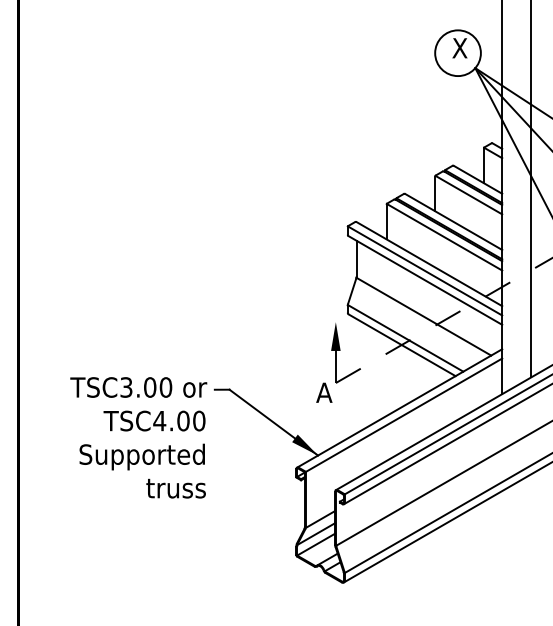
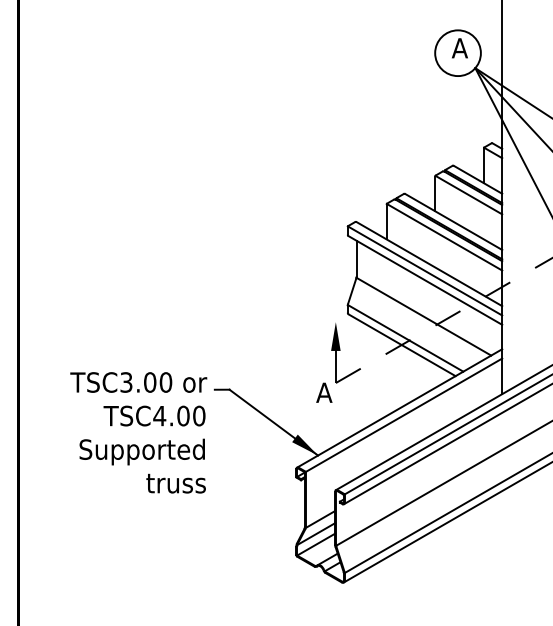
text at (459, 48): X -> A
line at (531, 189): present -> none
text at (138, 437) position: (138, 437) -> (138, 432)
